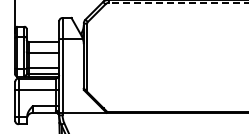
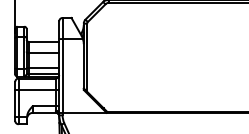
line at (178, 2): dashed -> solid
